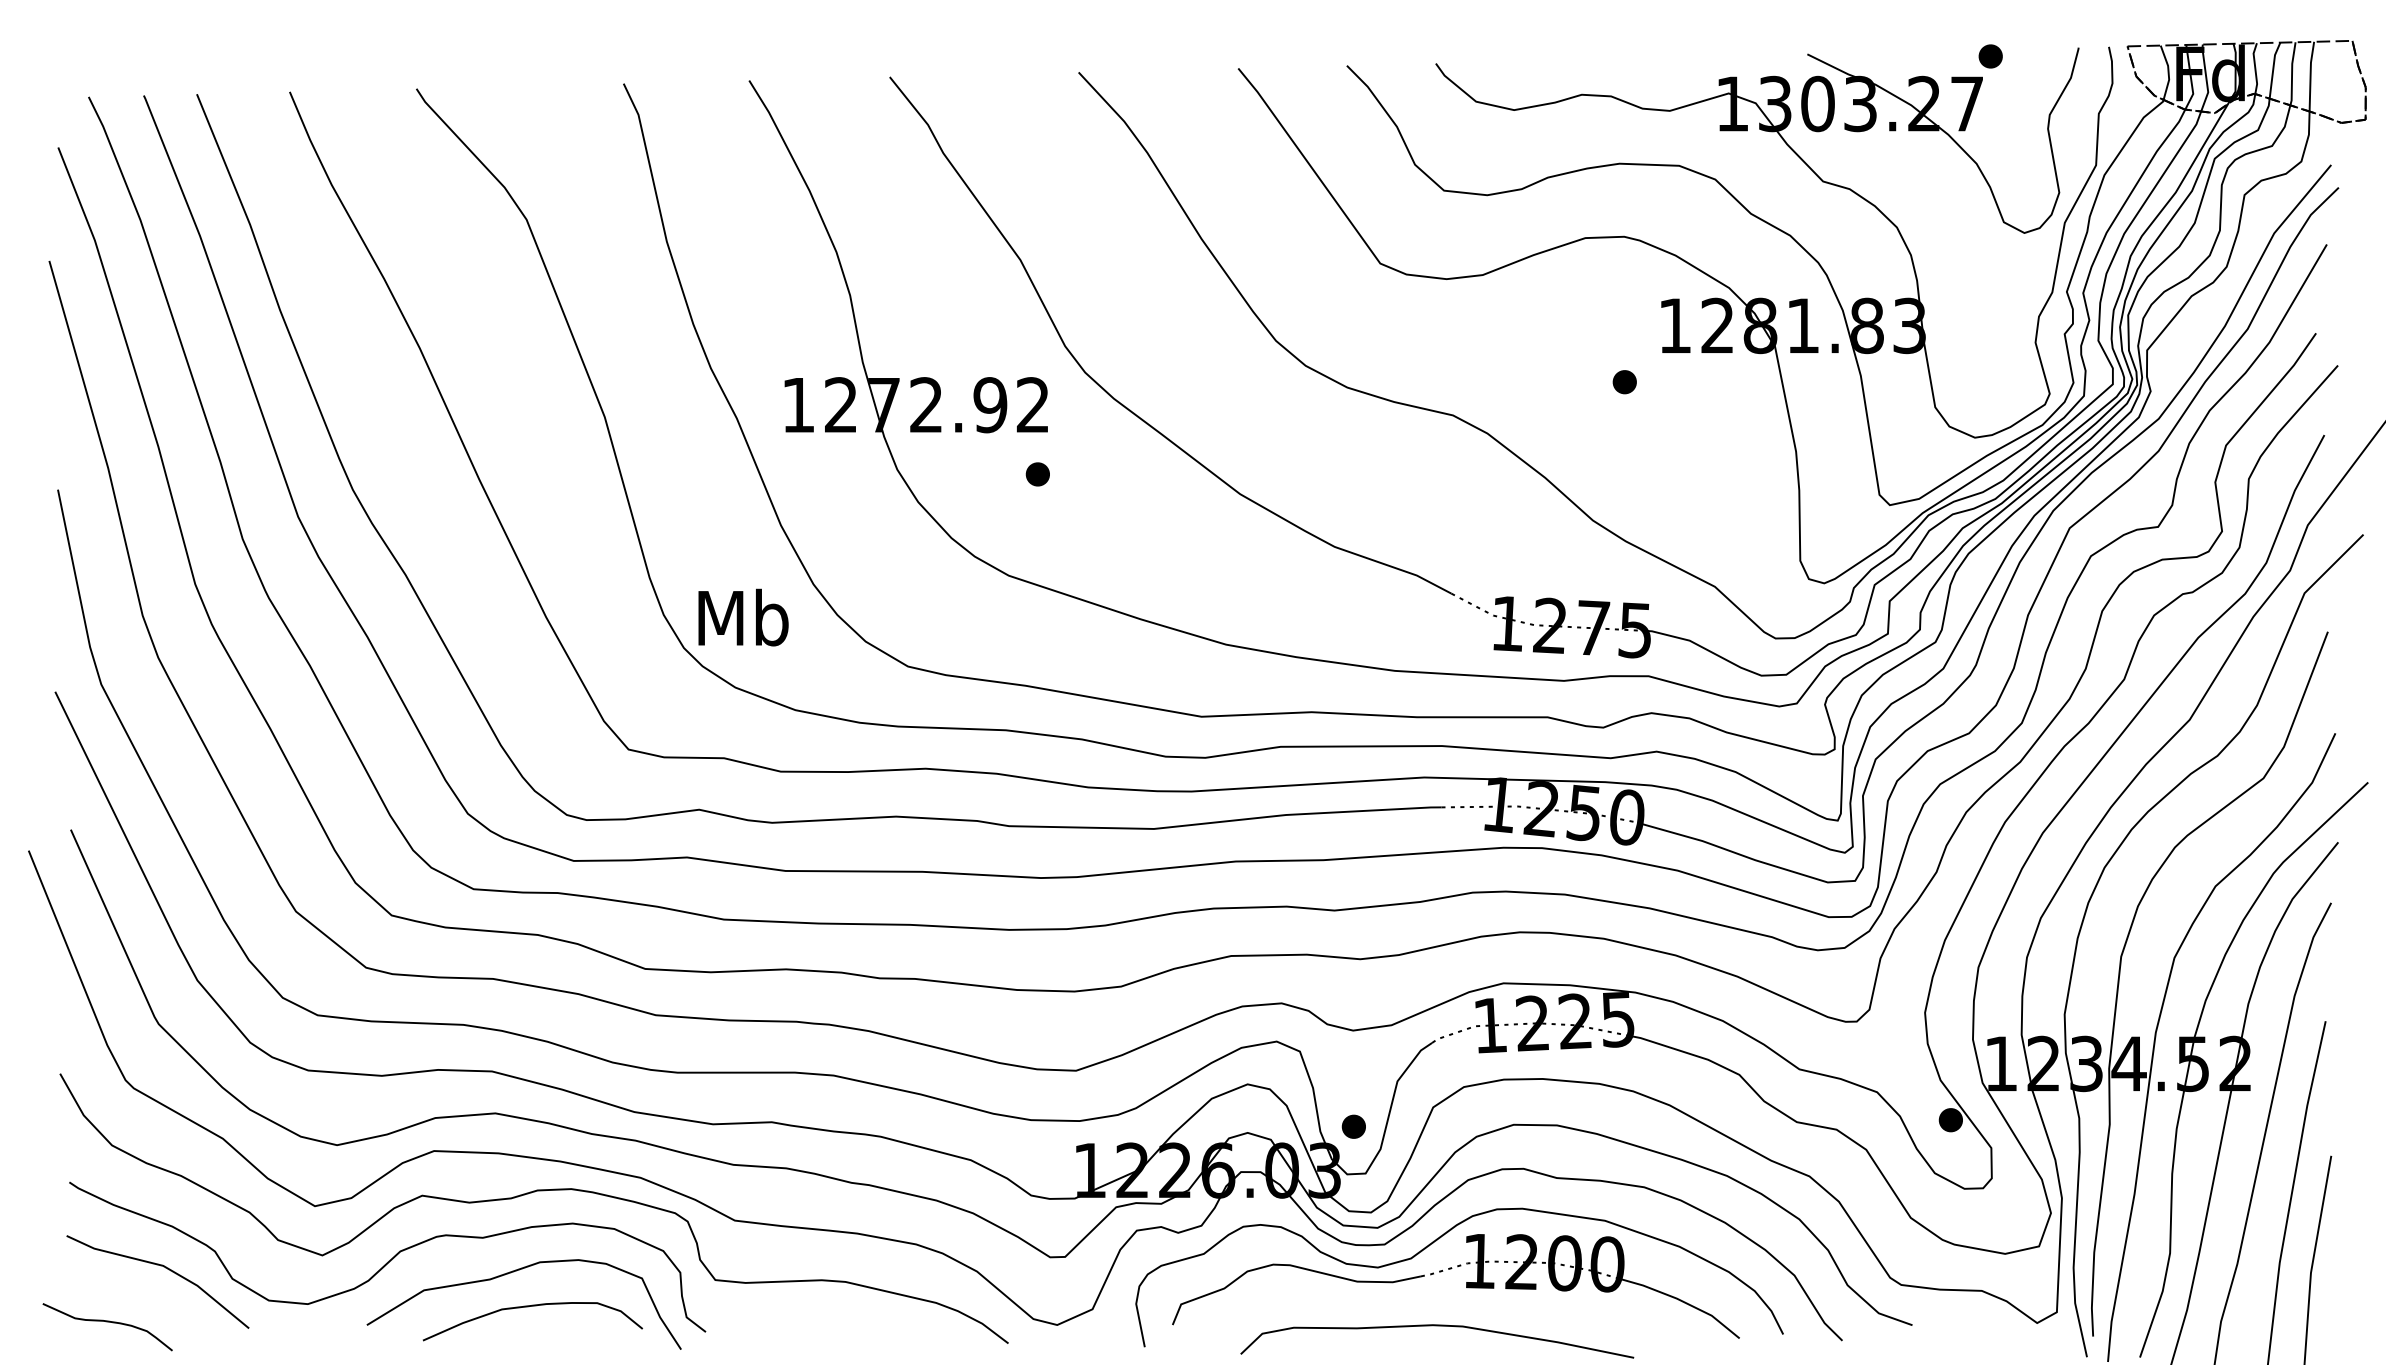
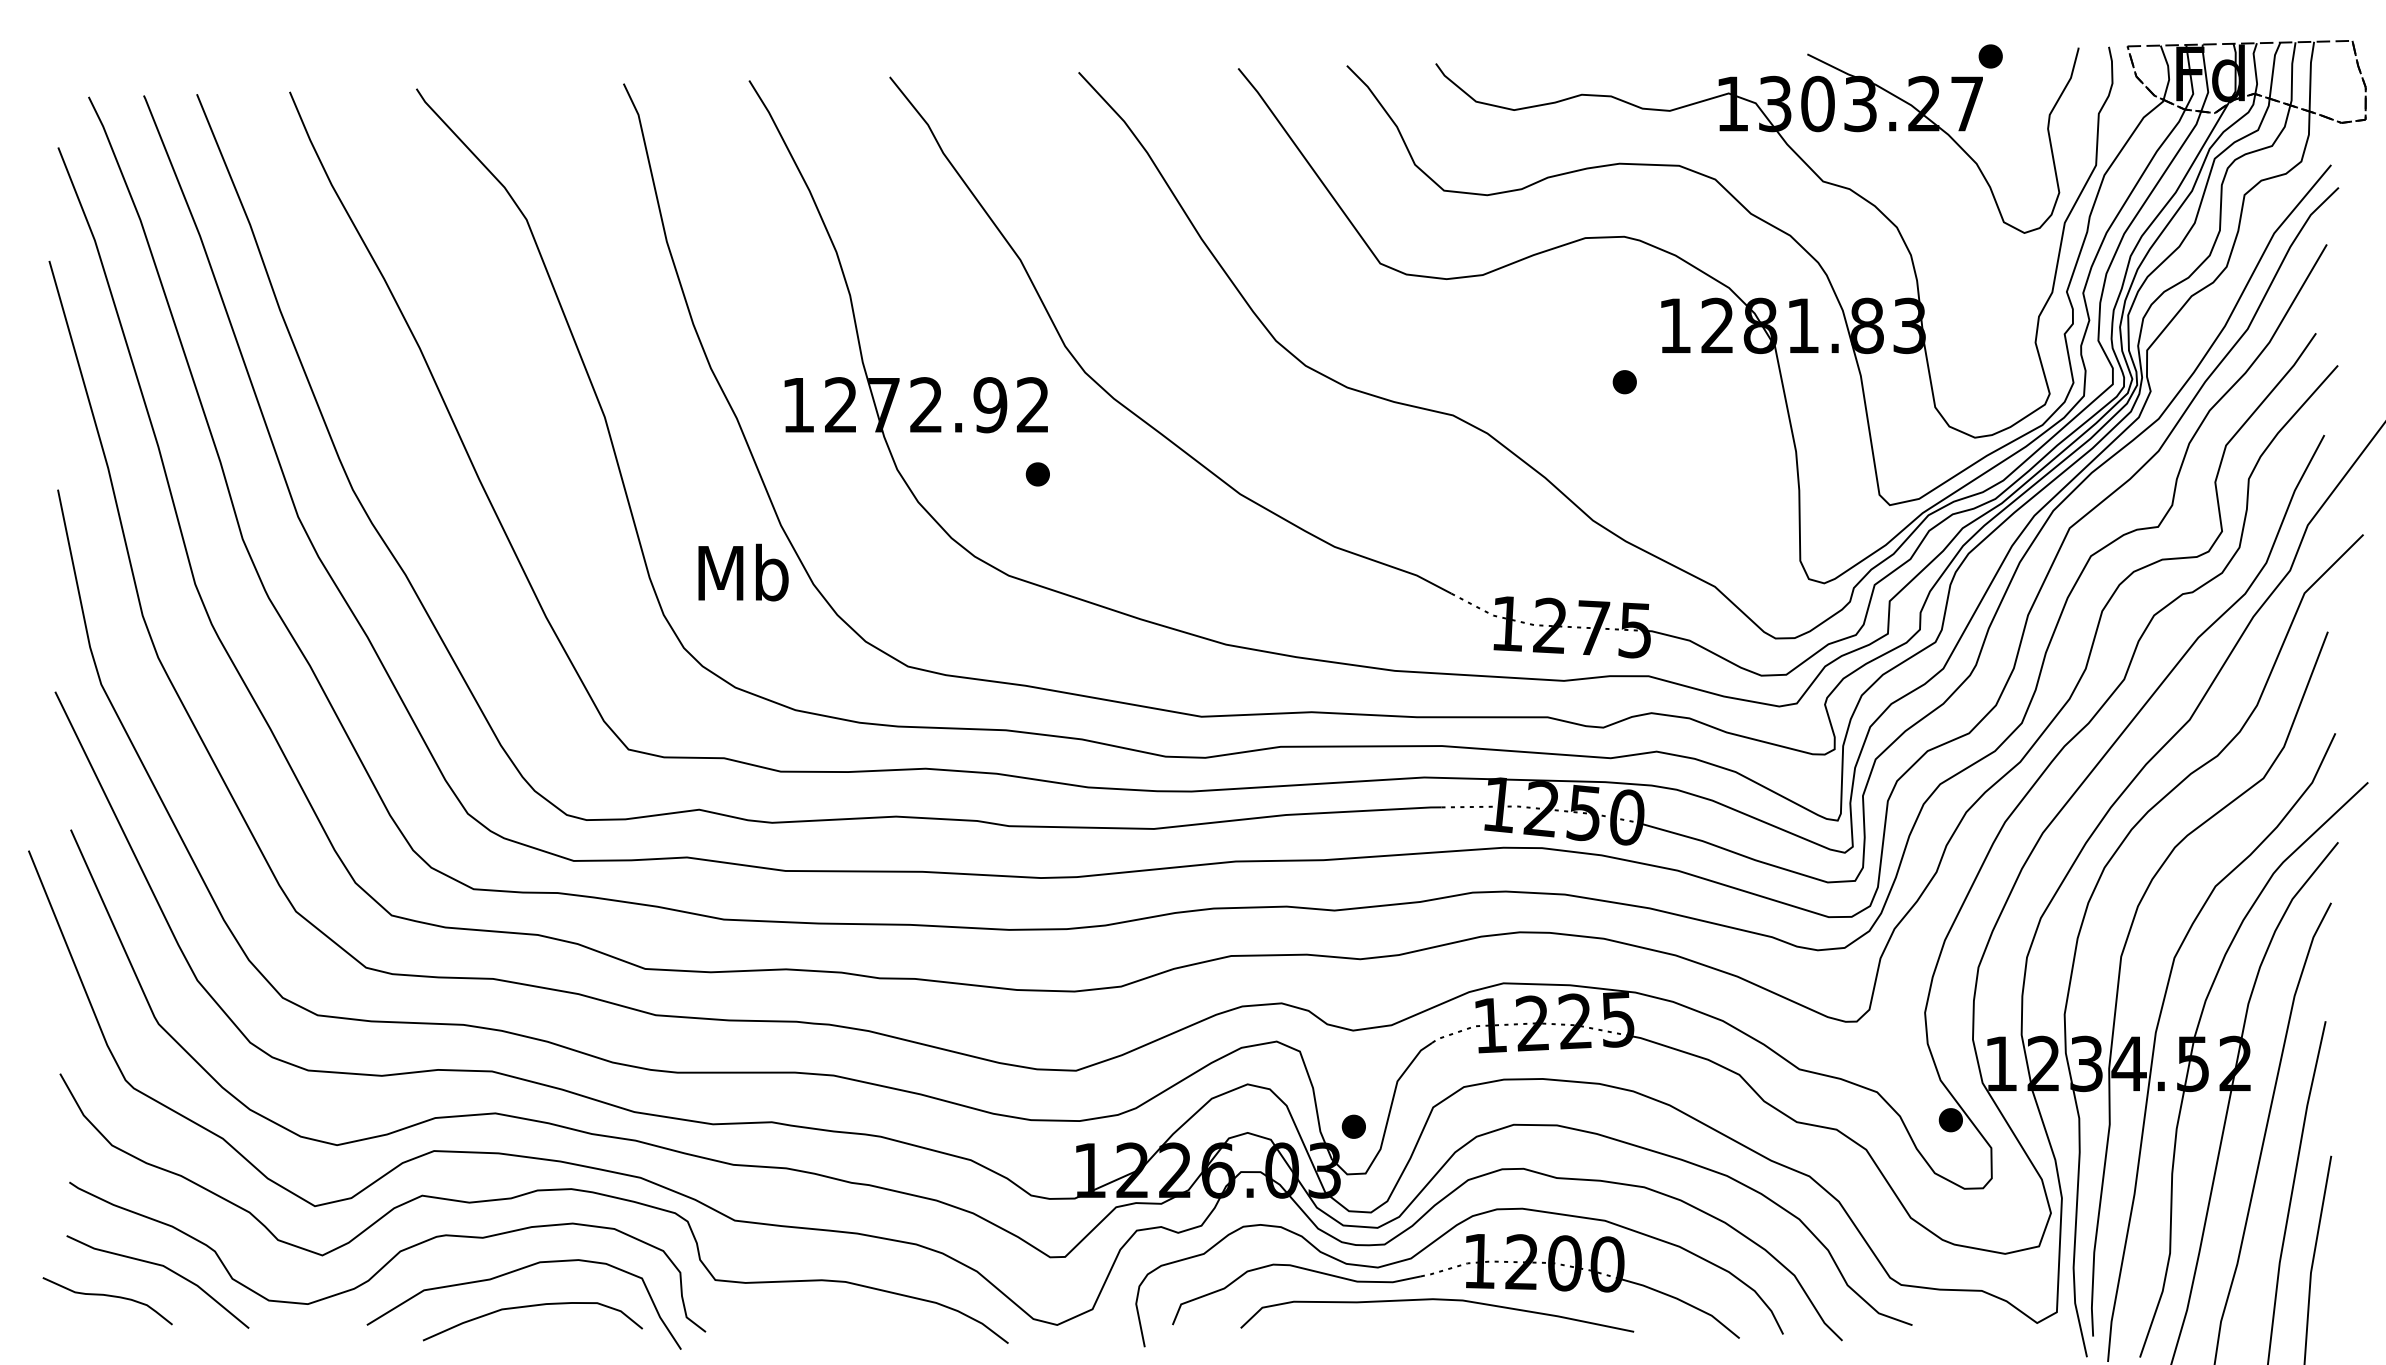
text at (743, 617) position: (743, 617) -> (743, 572)
curve at (107, 1322) position: (107, 1322) -> (107, 1296)
curve at (1437, 1326) position: (1437, 1326) -> (1437, 1300)
